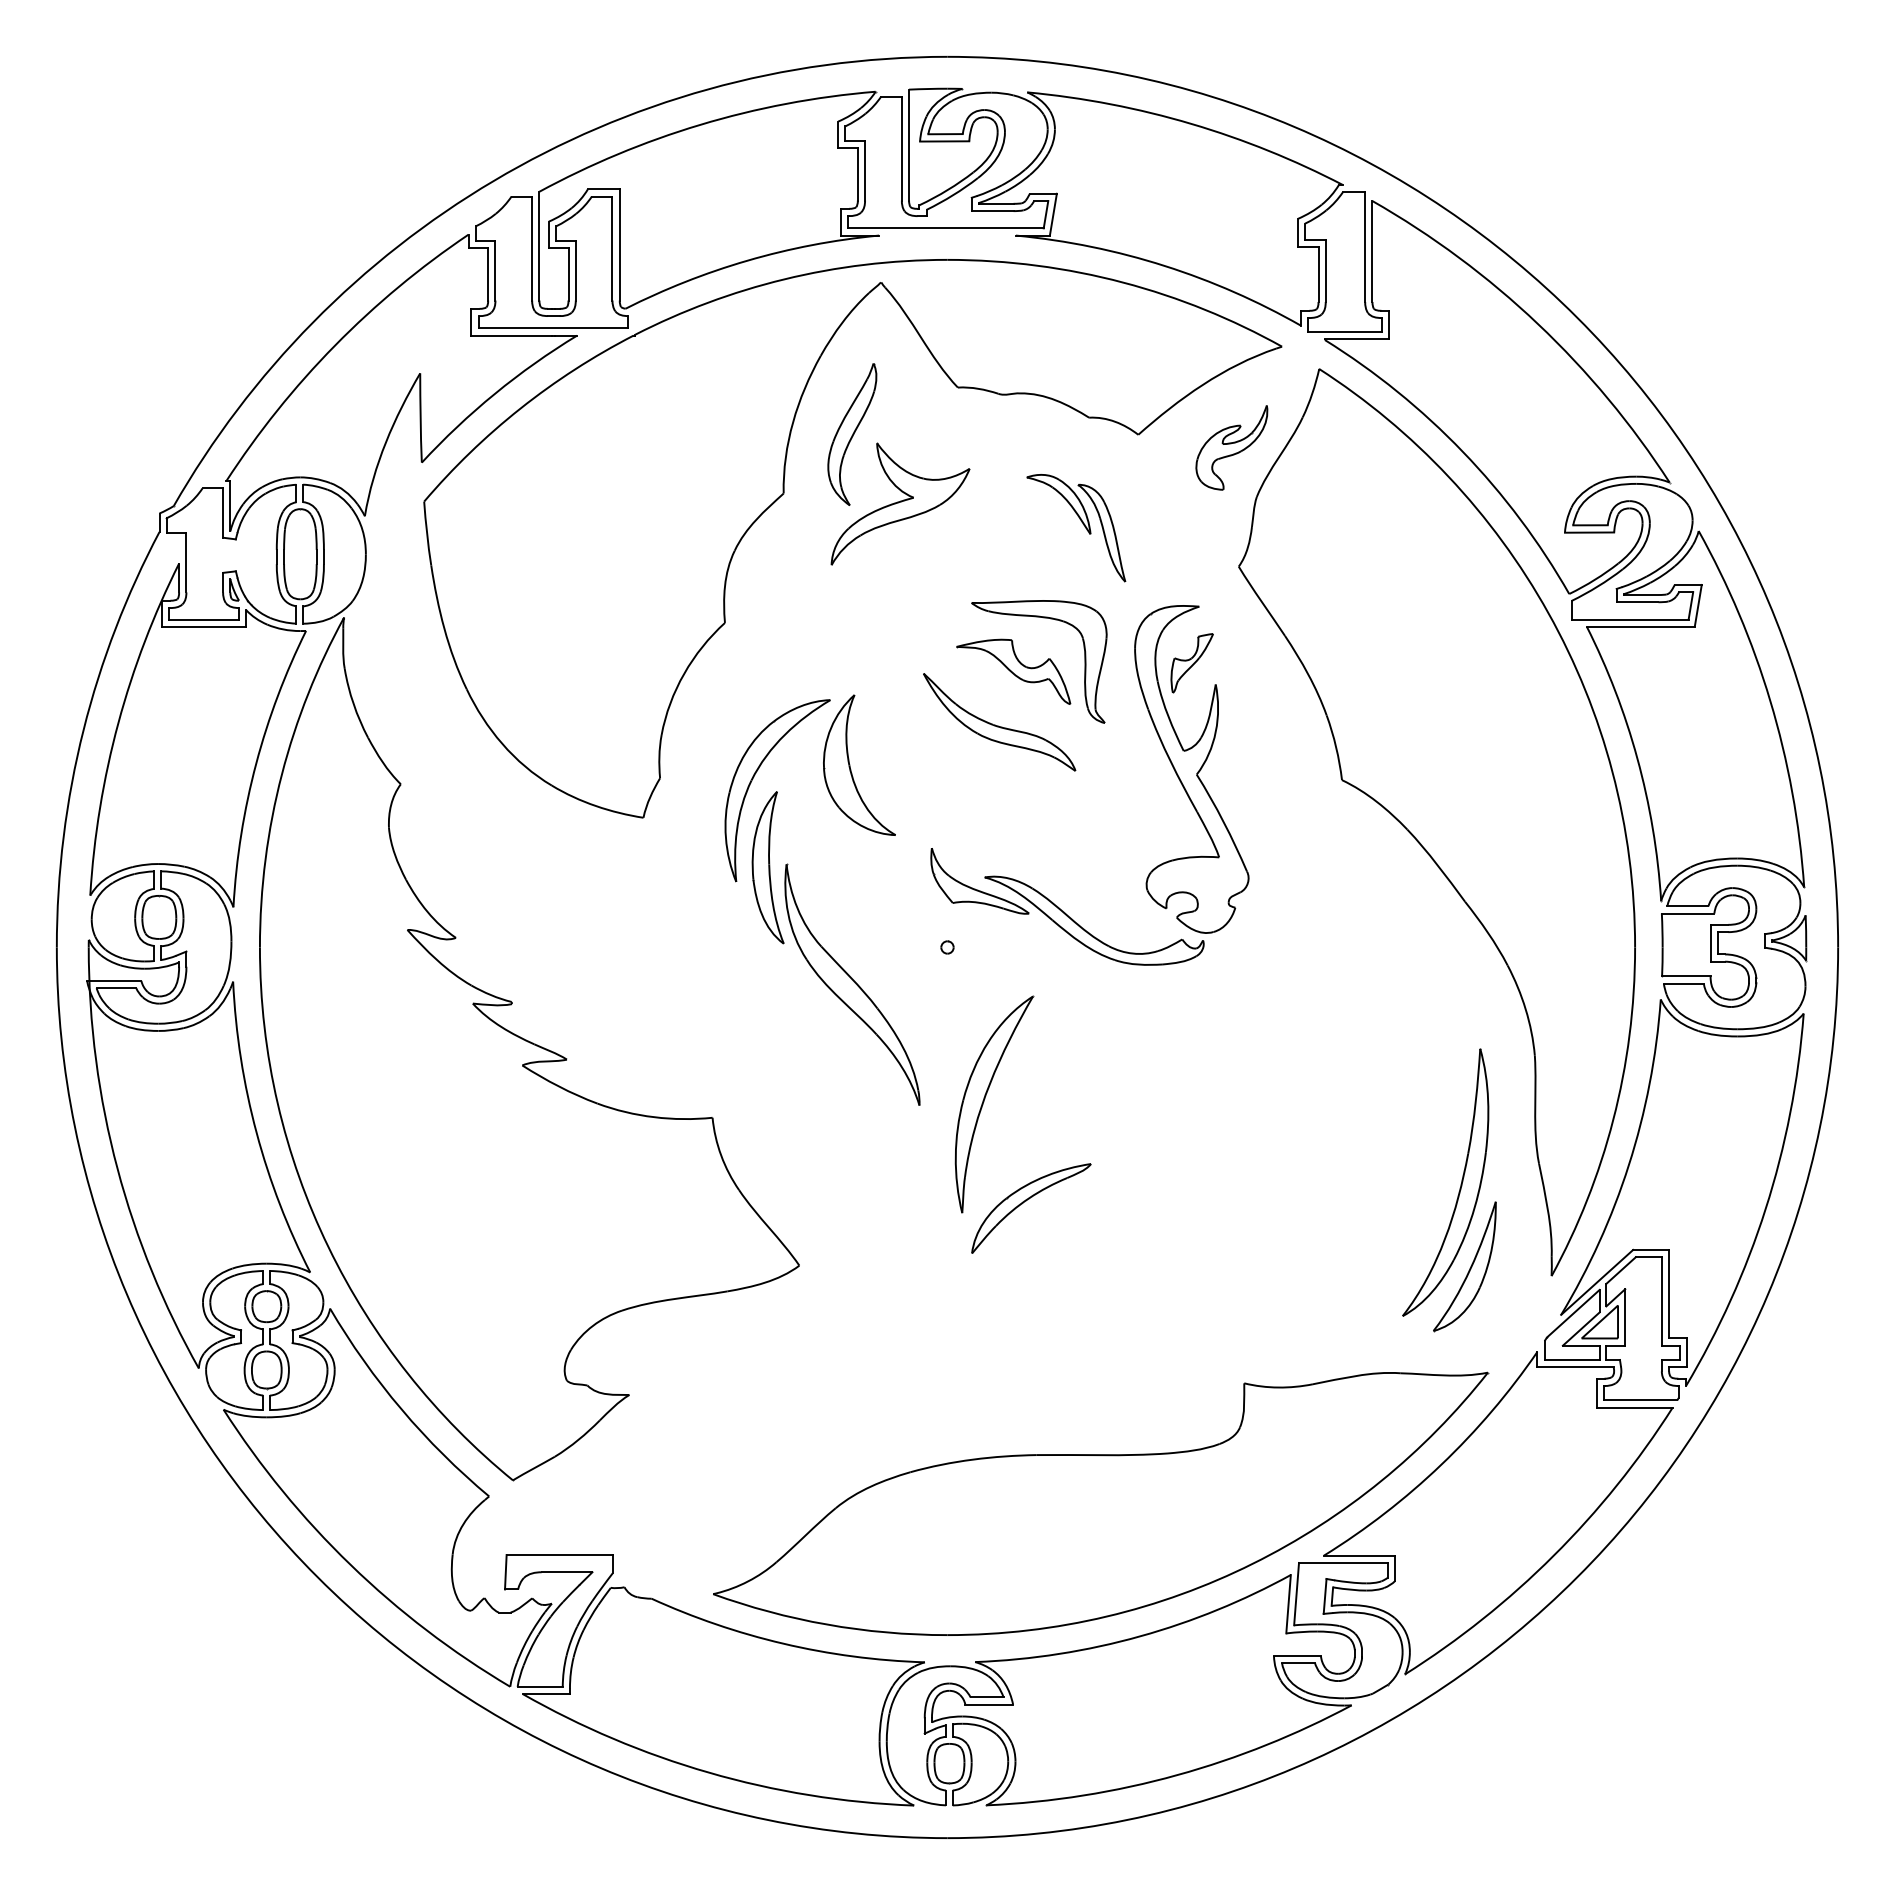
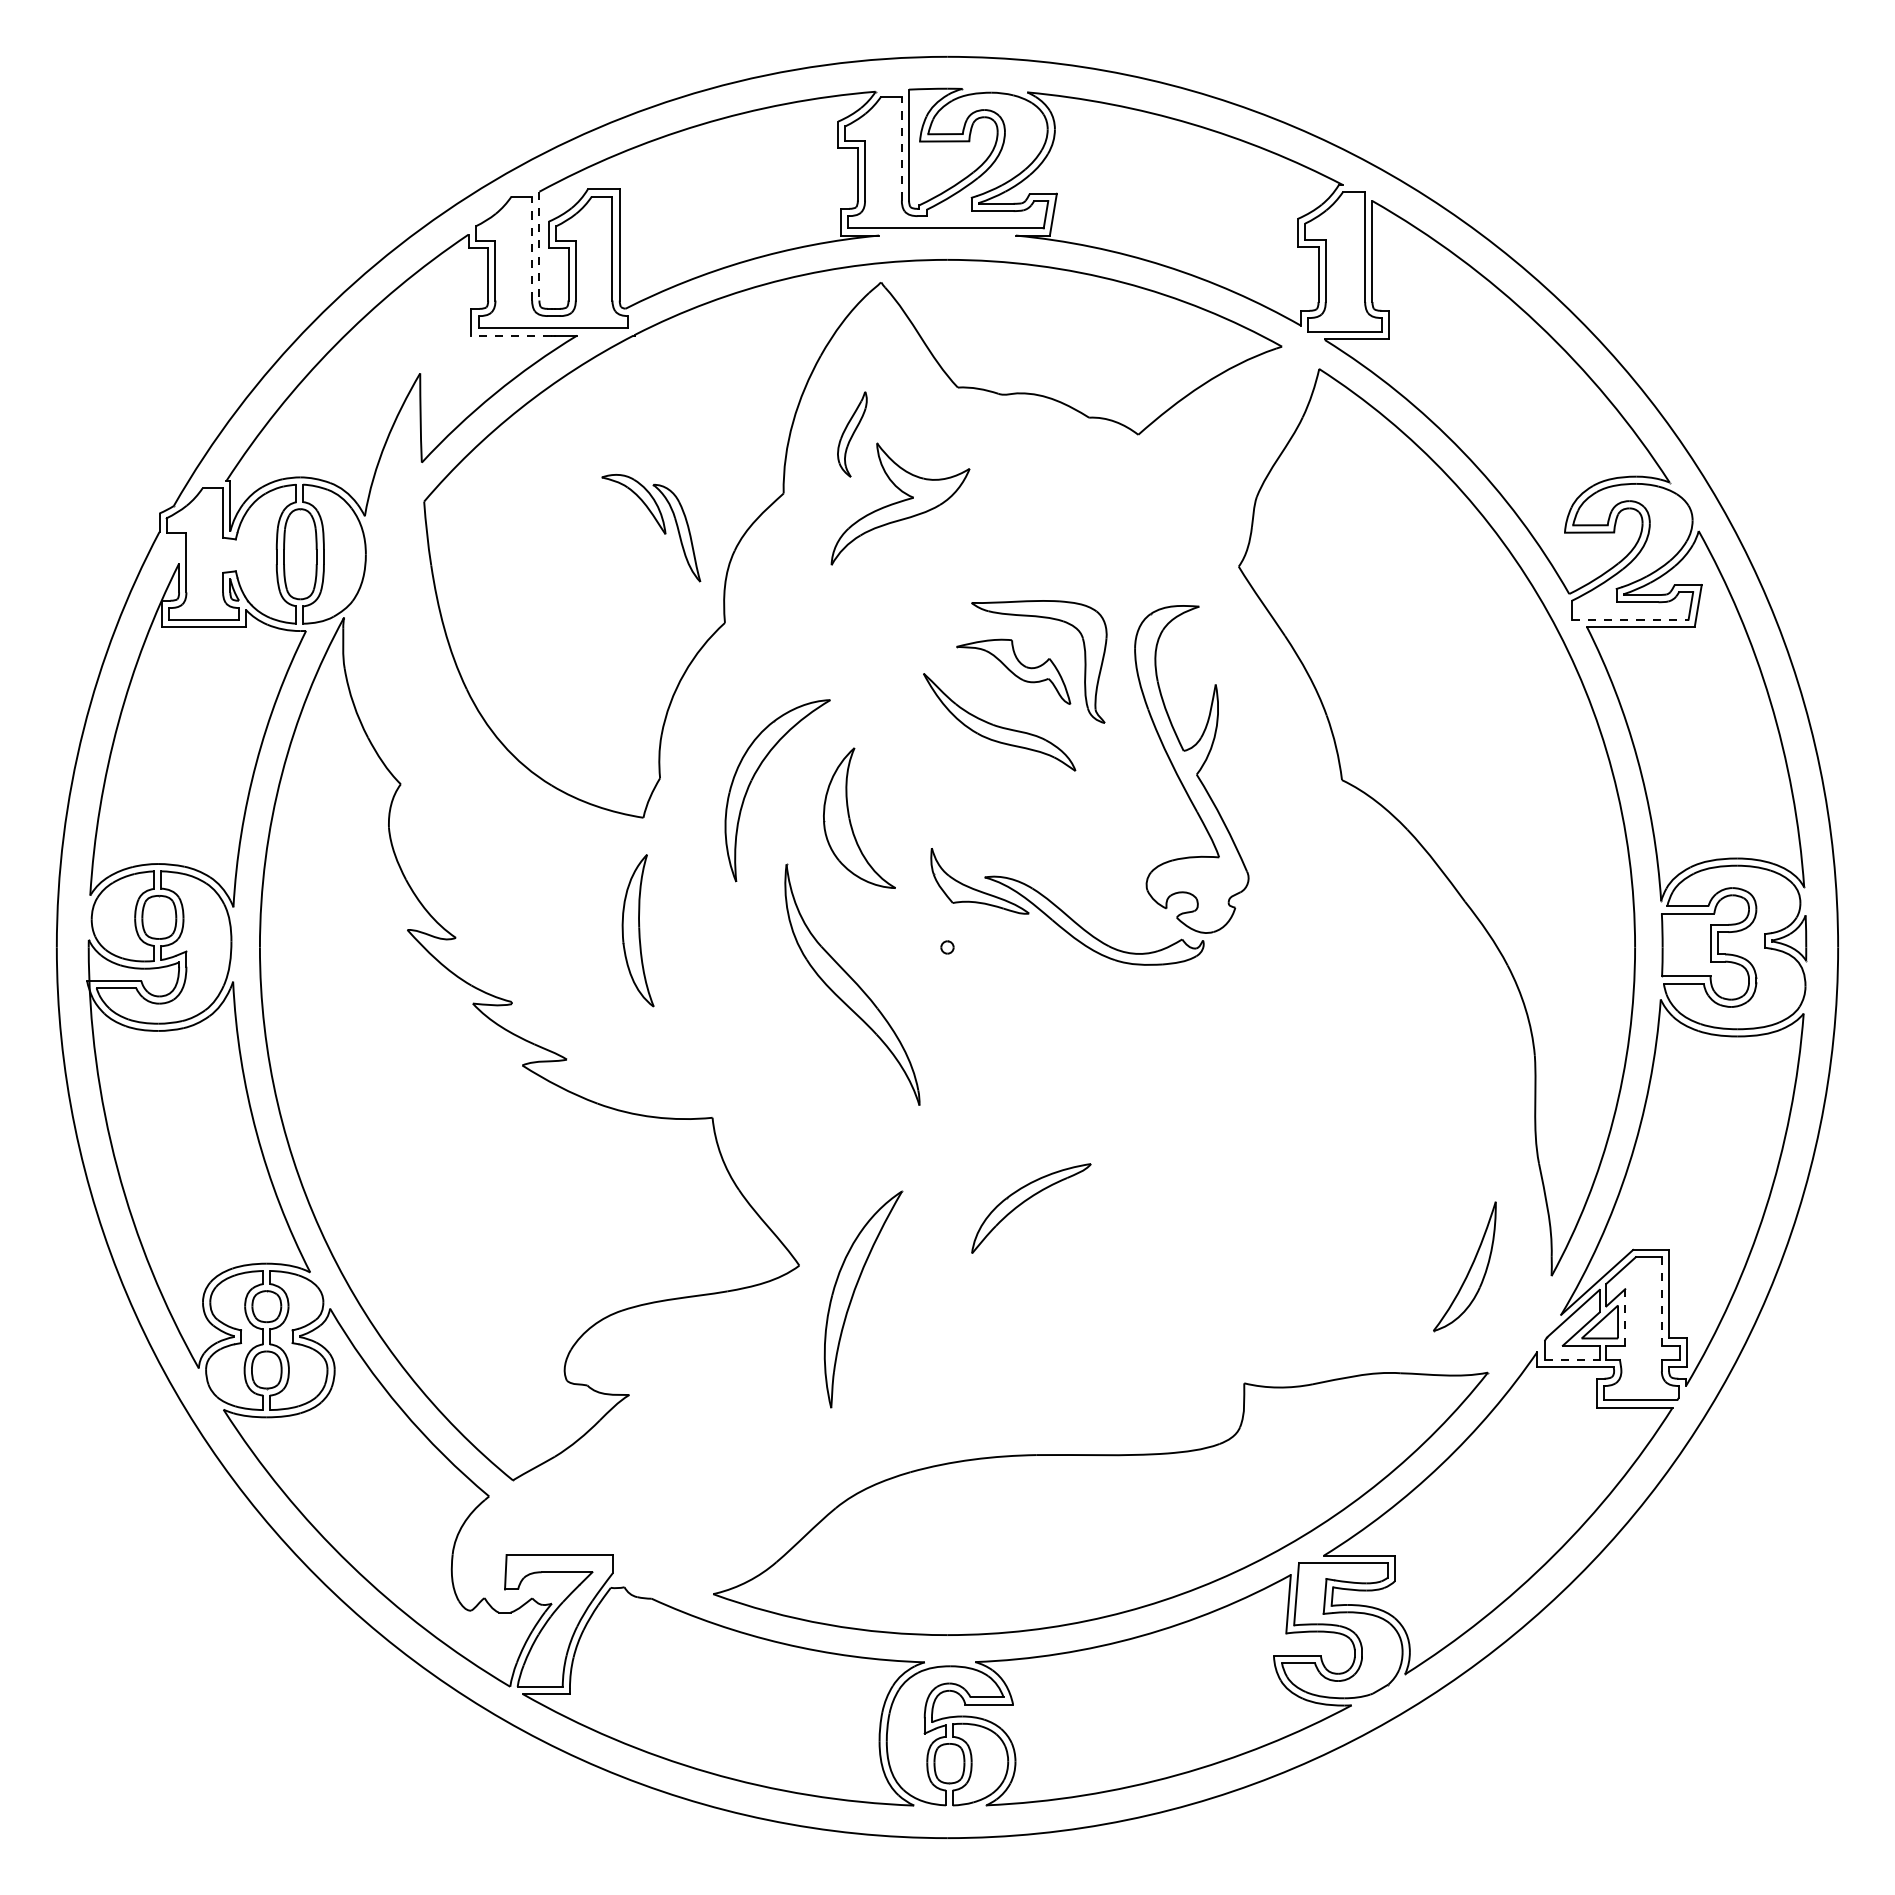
line at (901, 148): solid -> dashed
line at (539, 246): solid -> dashed
line at (532, 248): solid -> dashed
line at (510, 335): solid -> dashed
part at (852, 434) size: 51x143 px -> 31x87 px
part at (1231, 447): present -> none
part at (1083, 525) position: (1083, 525) -> (658, 525)
line at (1630, 619): solid -> dashed
part at (1191, 663): present -> none
part at (850, 764) position: (850, 764) -> (850, 817)
part at (767, 867) position: (767, 867) -> (637, 930)
part at (984, 1102) position: (984, 1102) -> (853, 1297)
part at (1460, 1184): present -> none
line at (1661, 1301): solid -> dashed
line at (1625, 1316): solid -> dashed
line at (1572, 1360): solid -> dashed
